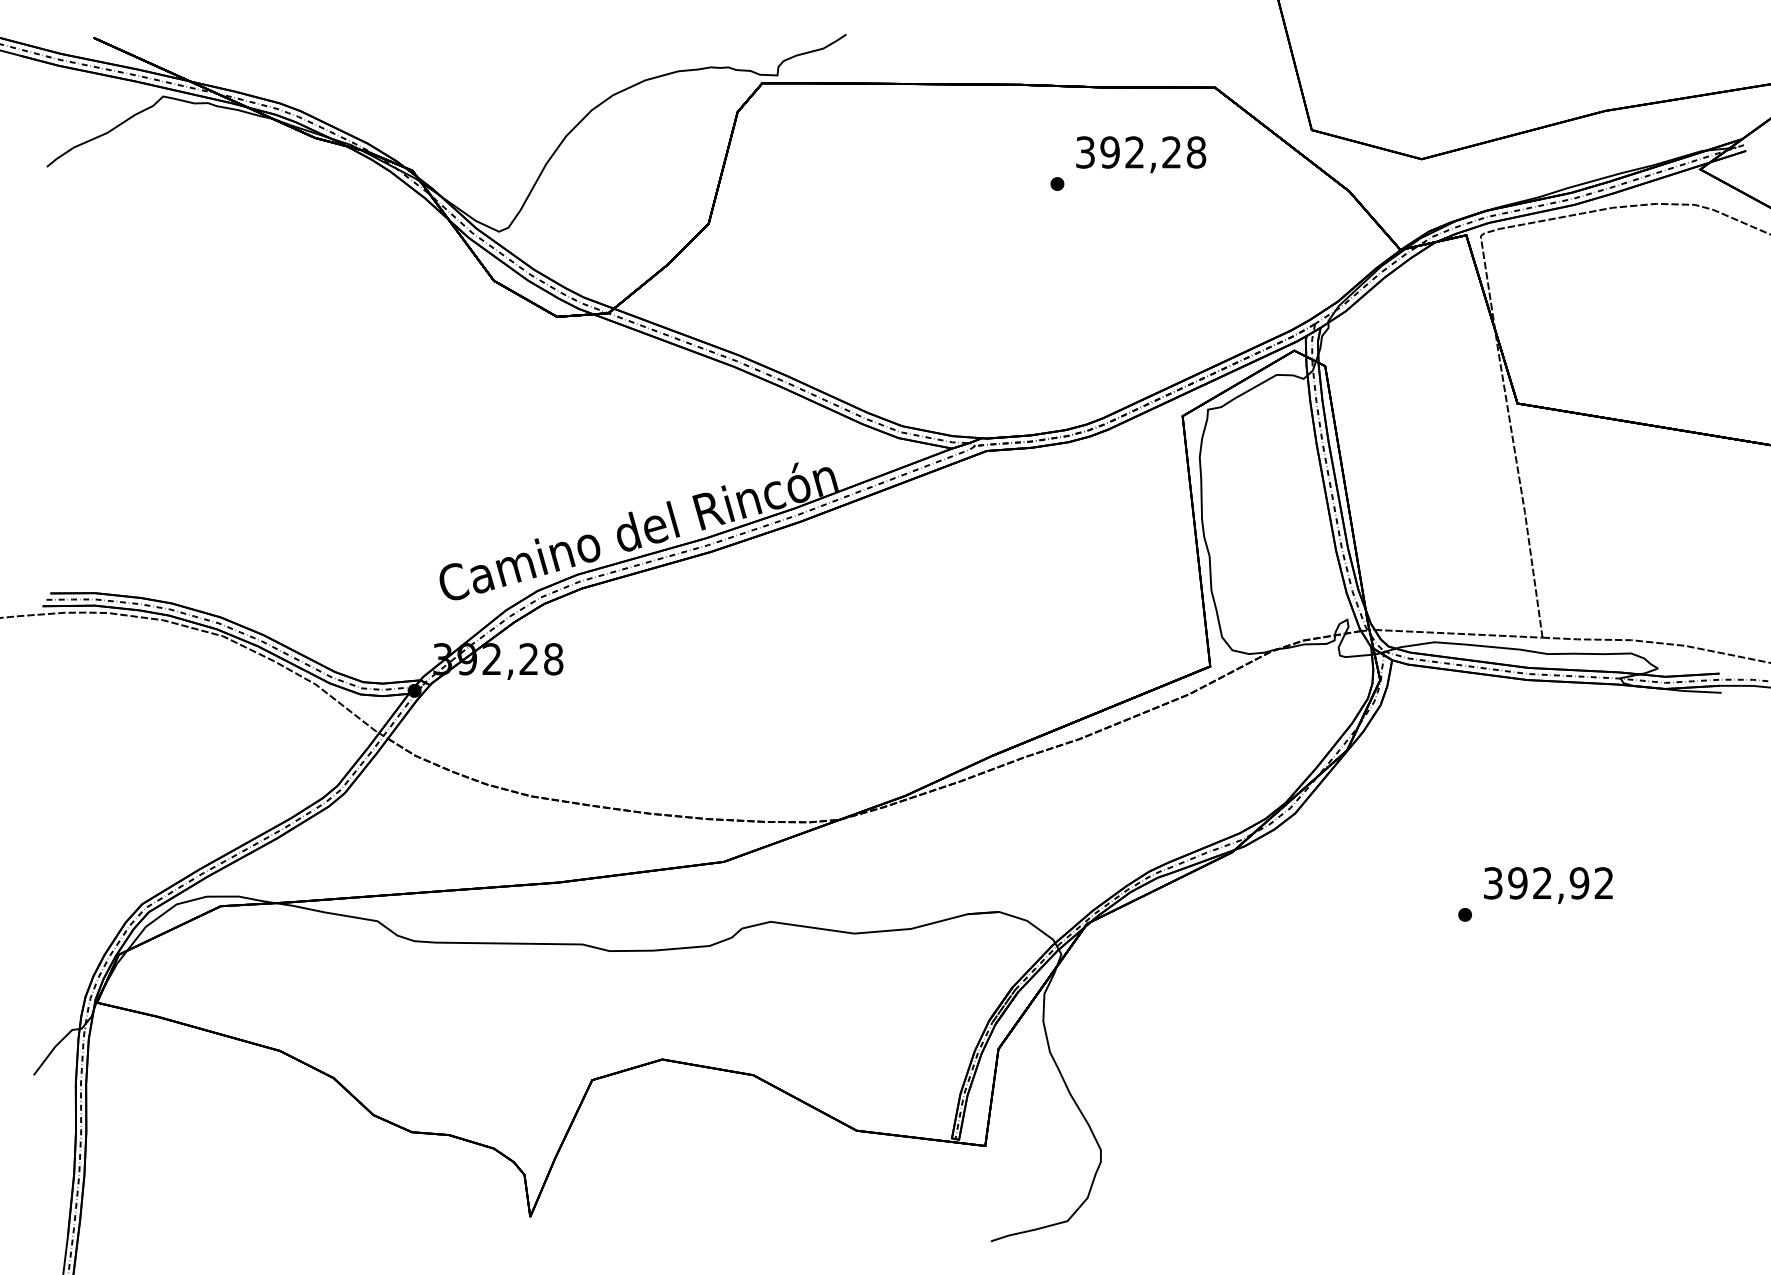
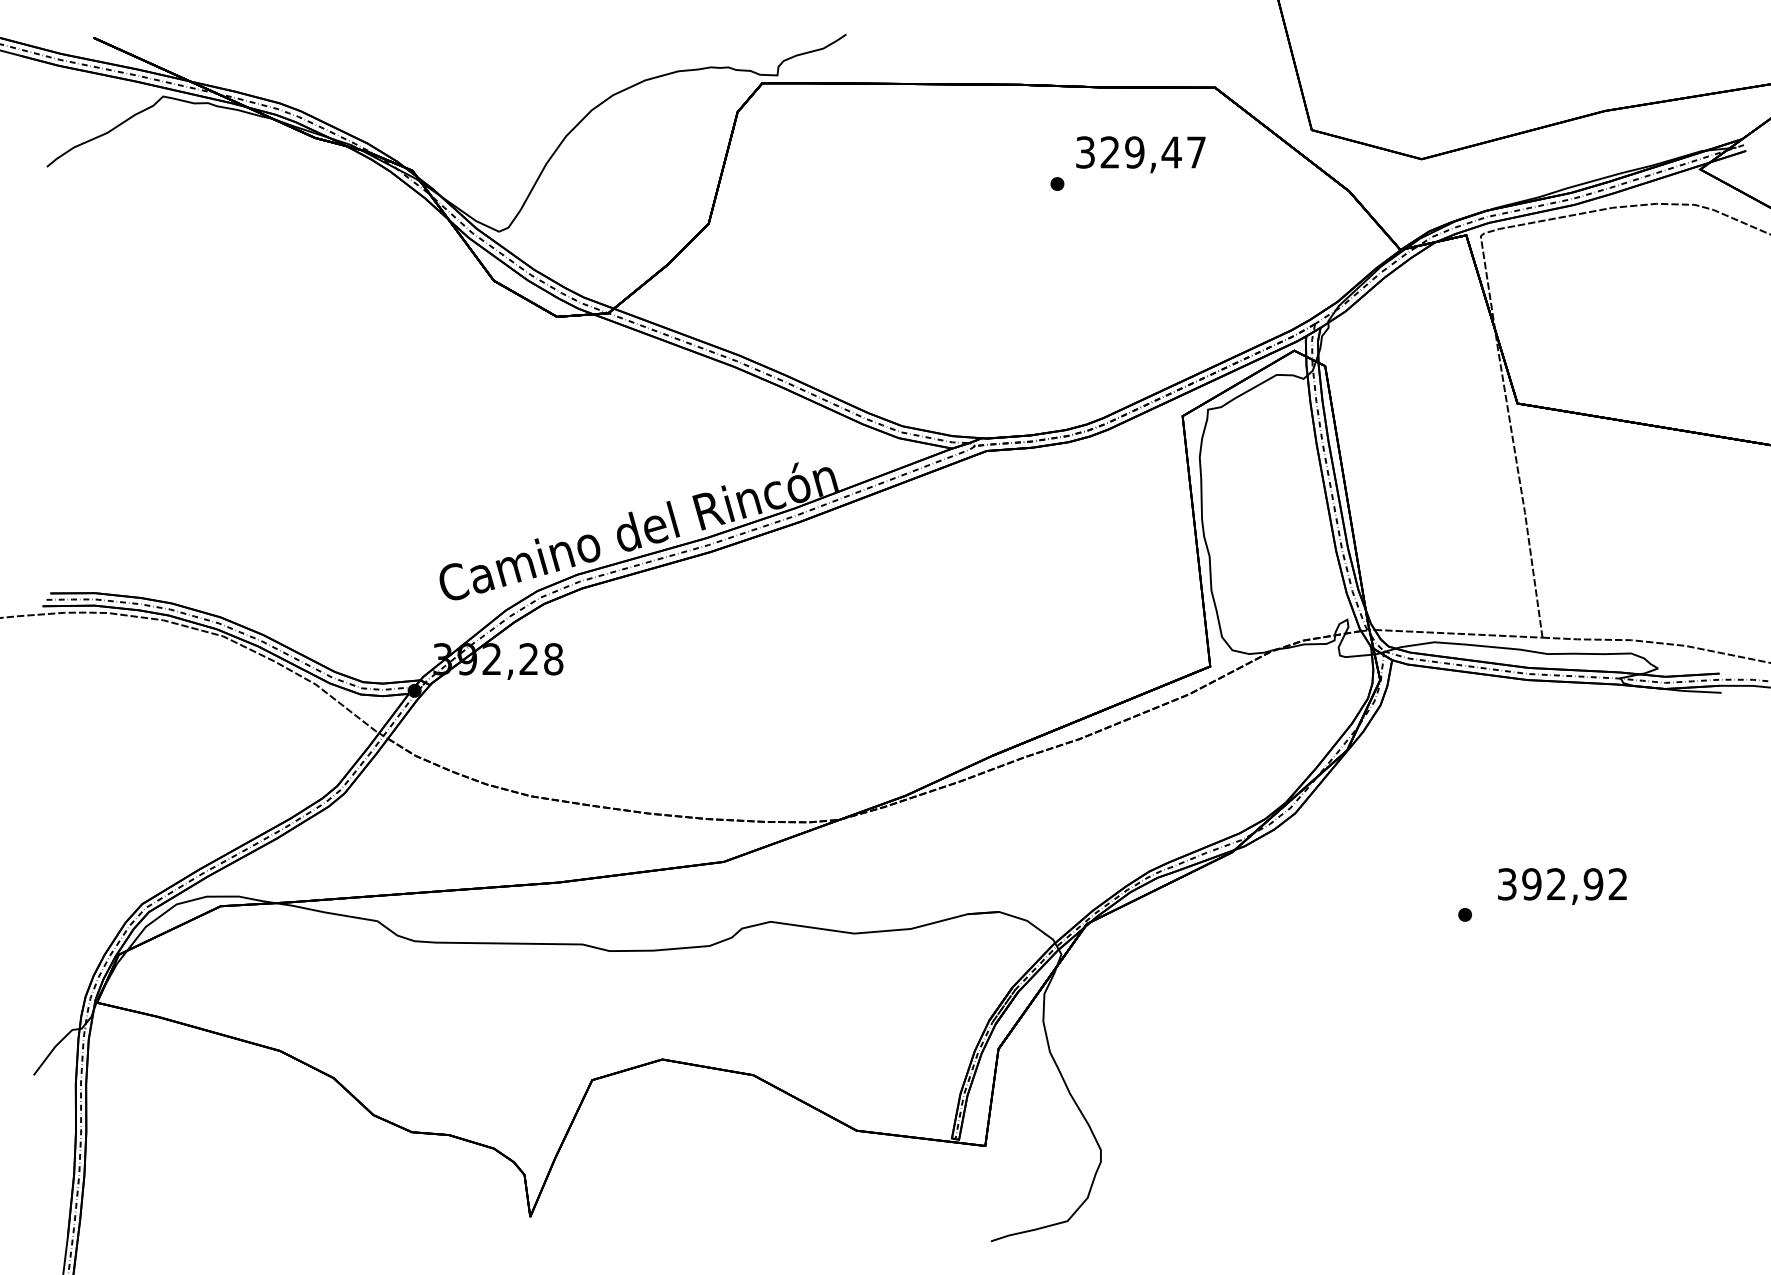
text at (1153, 152): 392,28 -> 329,47
text at (1548, 885) position: (1548, 885) -> (1562, 886)
